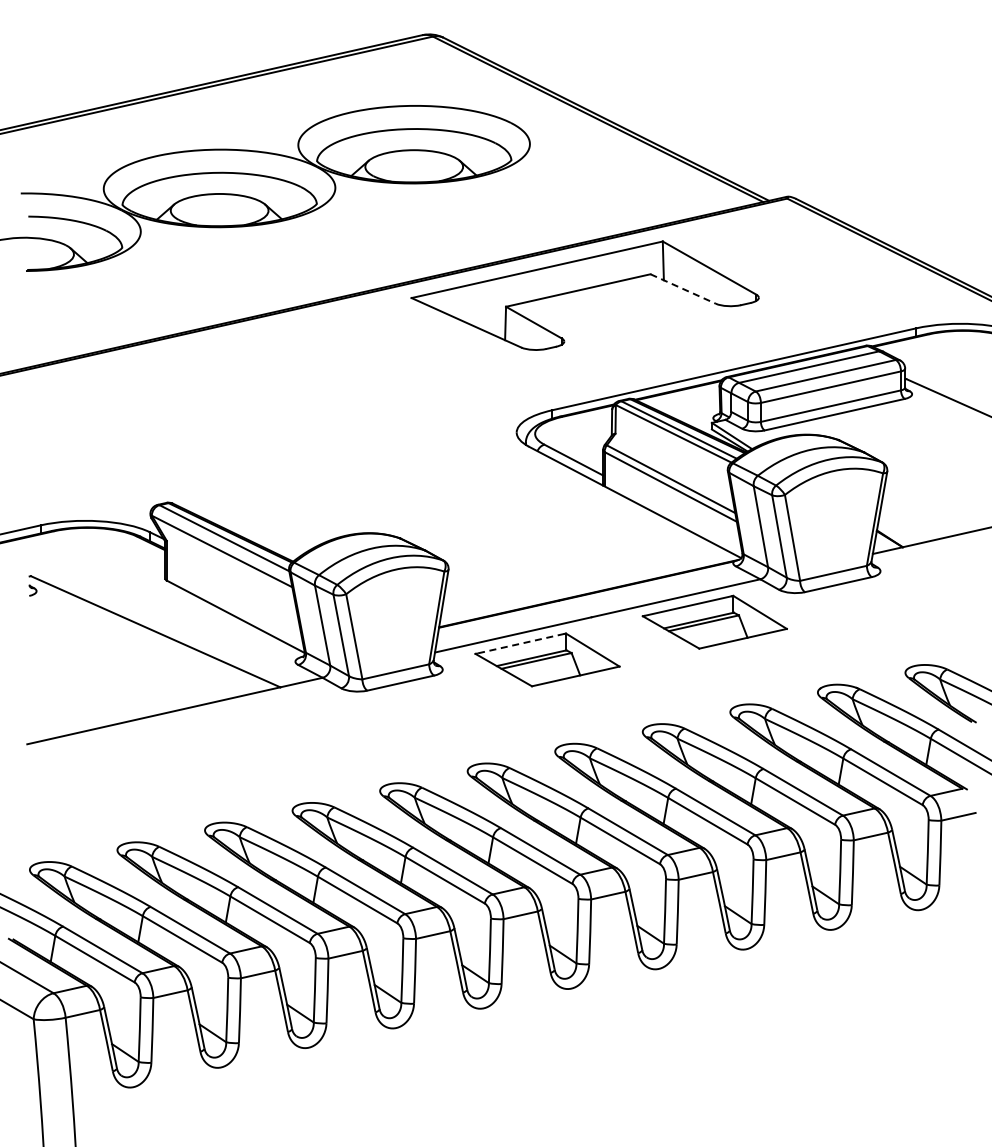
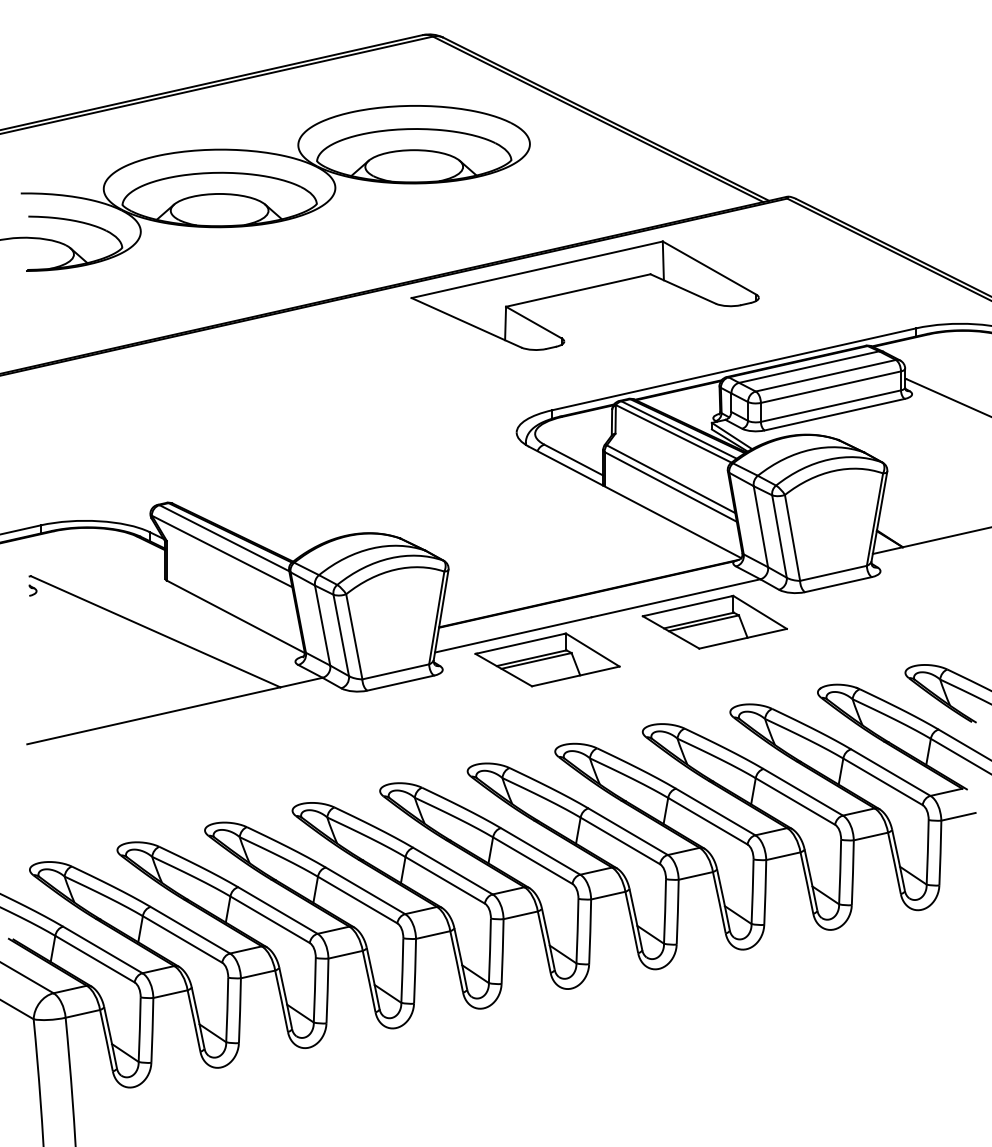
line at (683, 289): dashed -> solid
line at (520, 643): dashed -> solid
